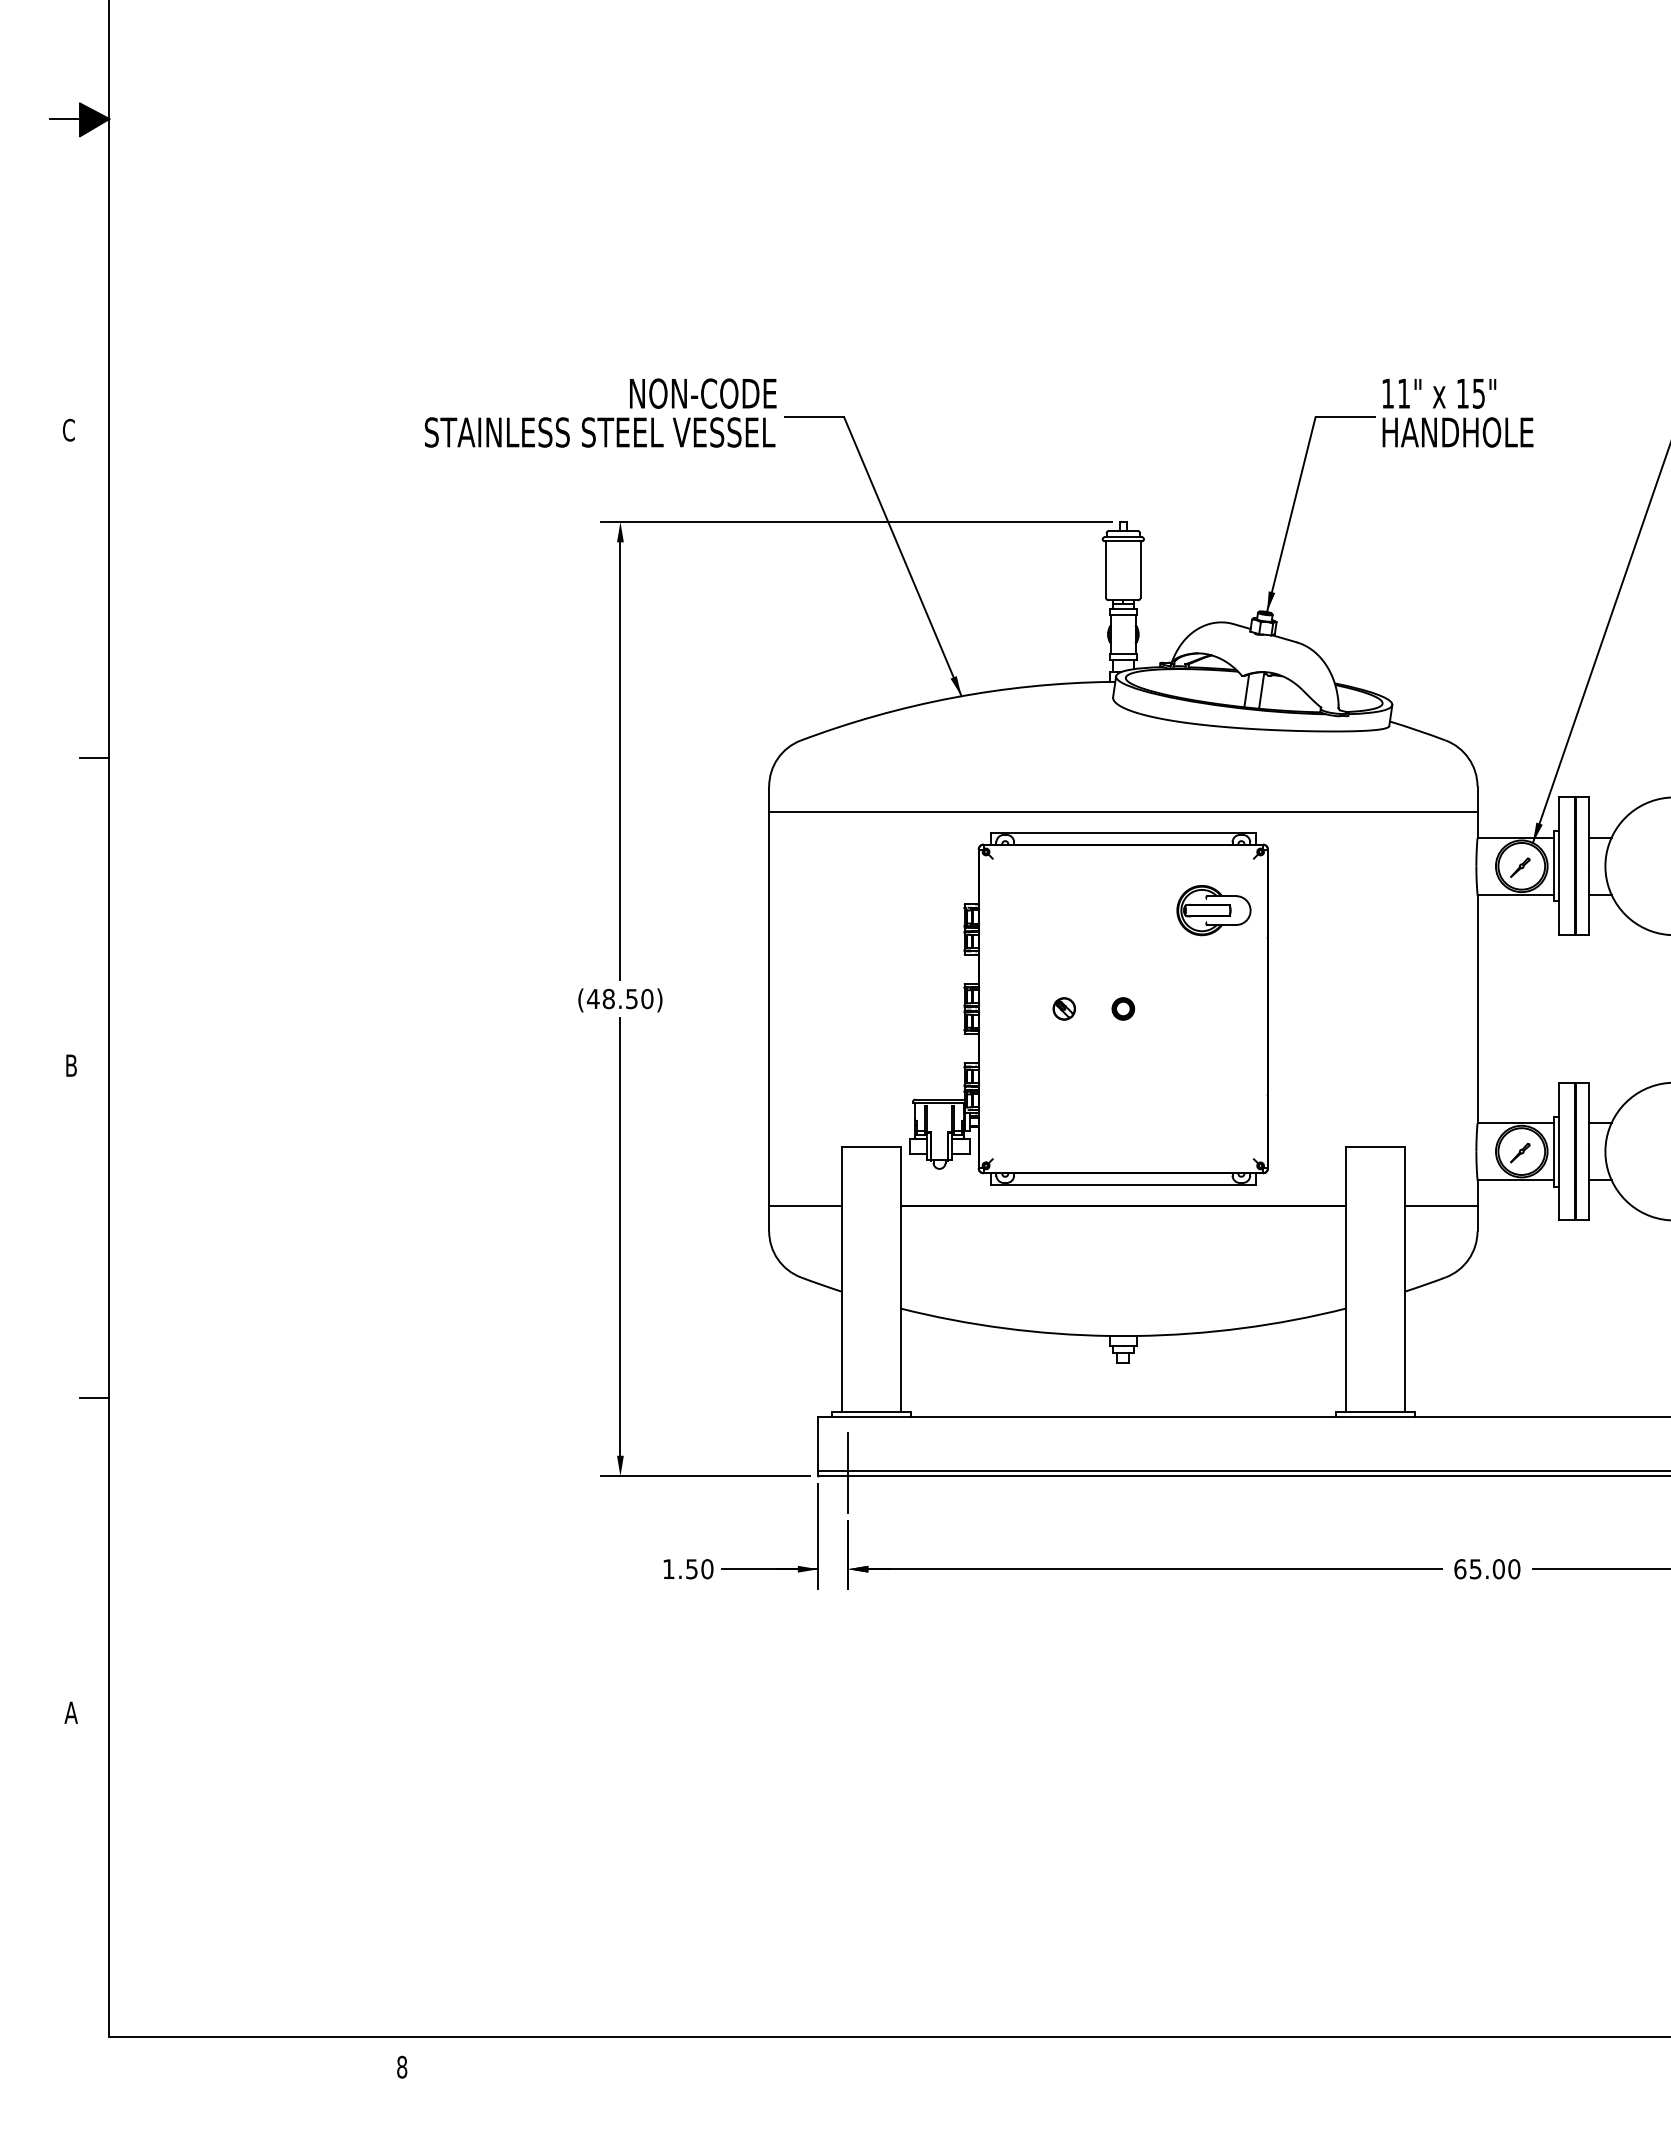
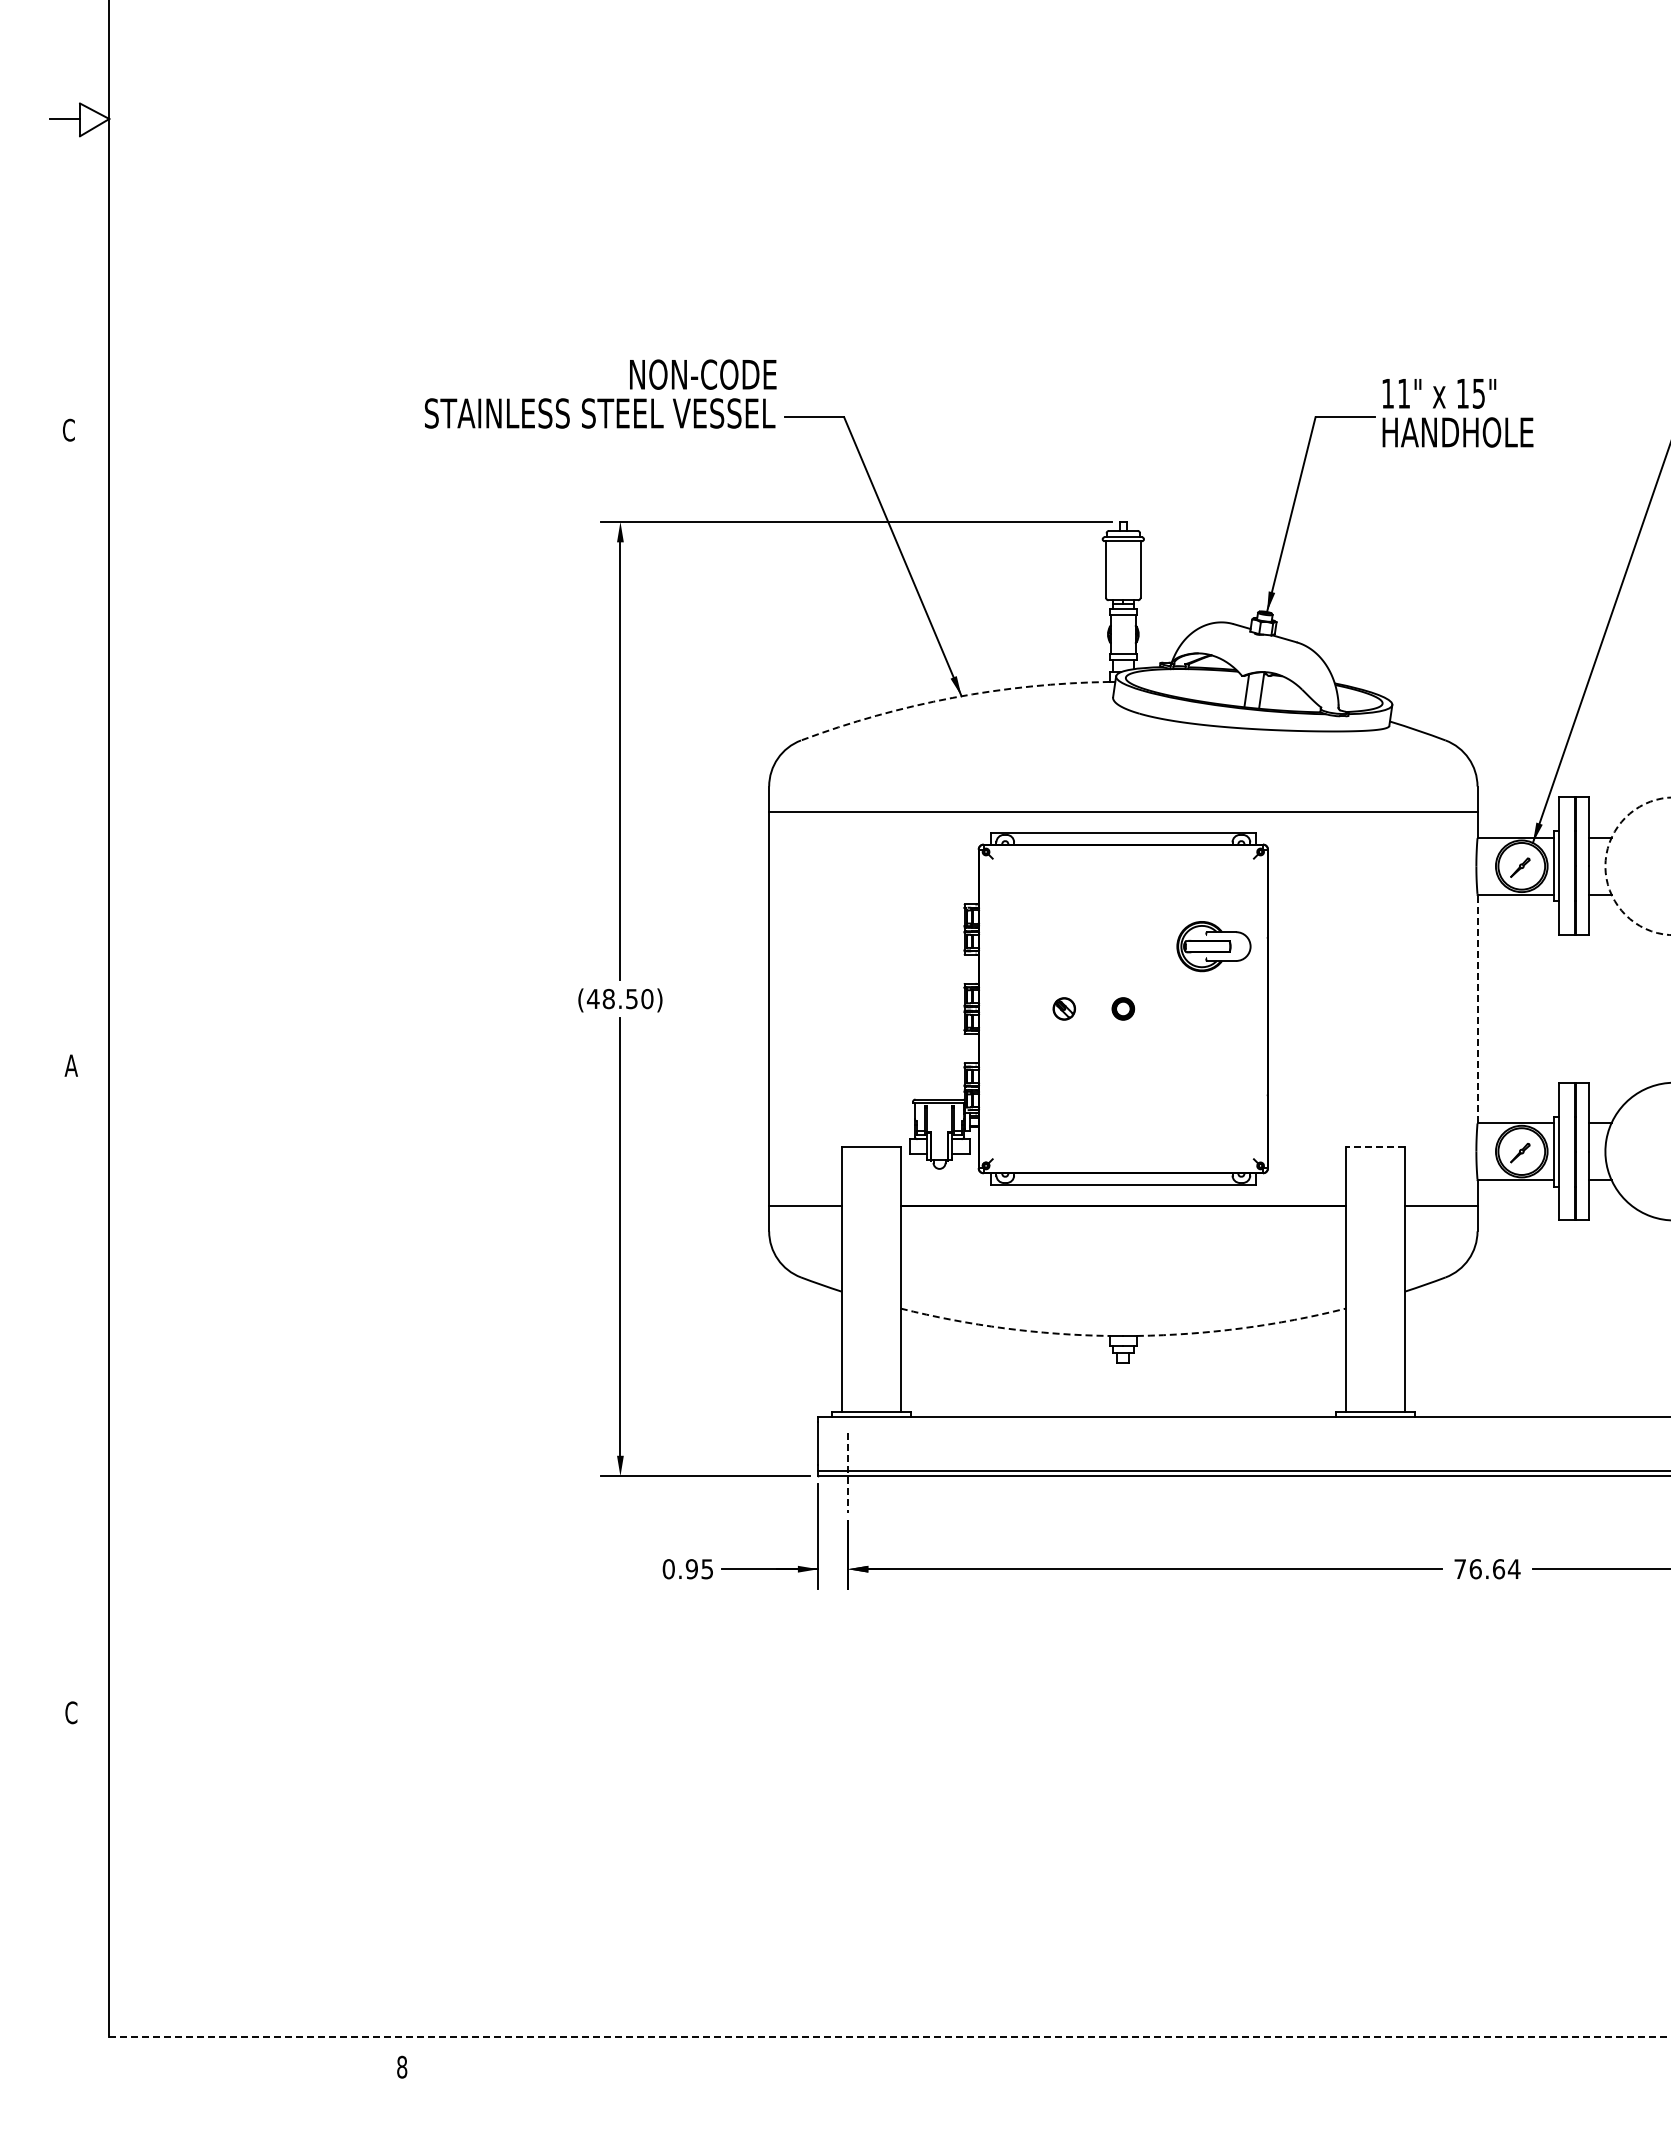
fill at (94, 119): present -> none
text at (600, 412) position: (600, 412) -> (600, 393)
arc at (952, 697): solid -> dashed
line at (94, 758): present -> none
arc at (1605, 866): solid -> dashed
part at (1213, 910) position: (1213, 910) -> (1213, 946)
line at (1477, 1008): solid -> dashed
text at (70, 1065): B -> A
line at (1375, 1146): solid -> dashed
arc at (1004, 1328): solid -> dashed
arc at (1242, 1328): solid -> dashed
line at (94, 1397): present -> none
line at (847, 1473): solid -> dashed
text at (687, 1569): 1.50 -> 0.95
text at (1487, 1569): 65.00 -> 76.64
text at (70, 1712): A -> C
line at (890, 2037): solid -> dashed
